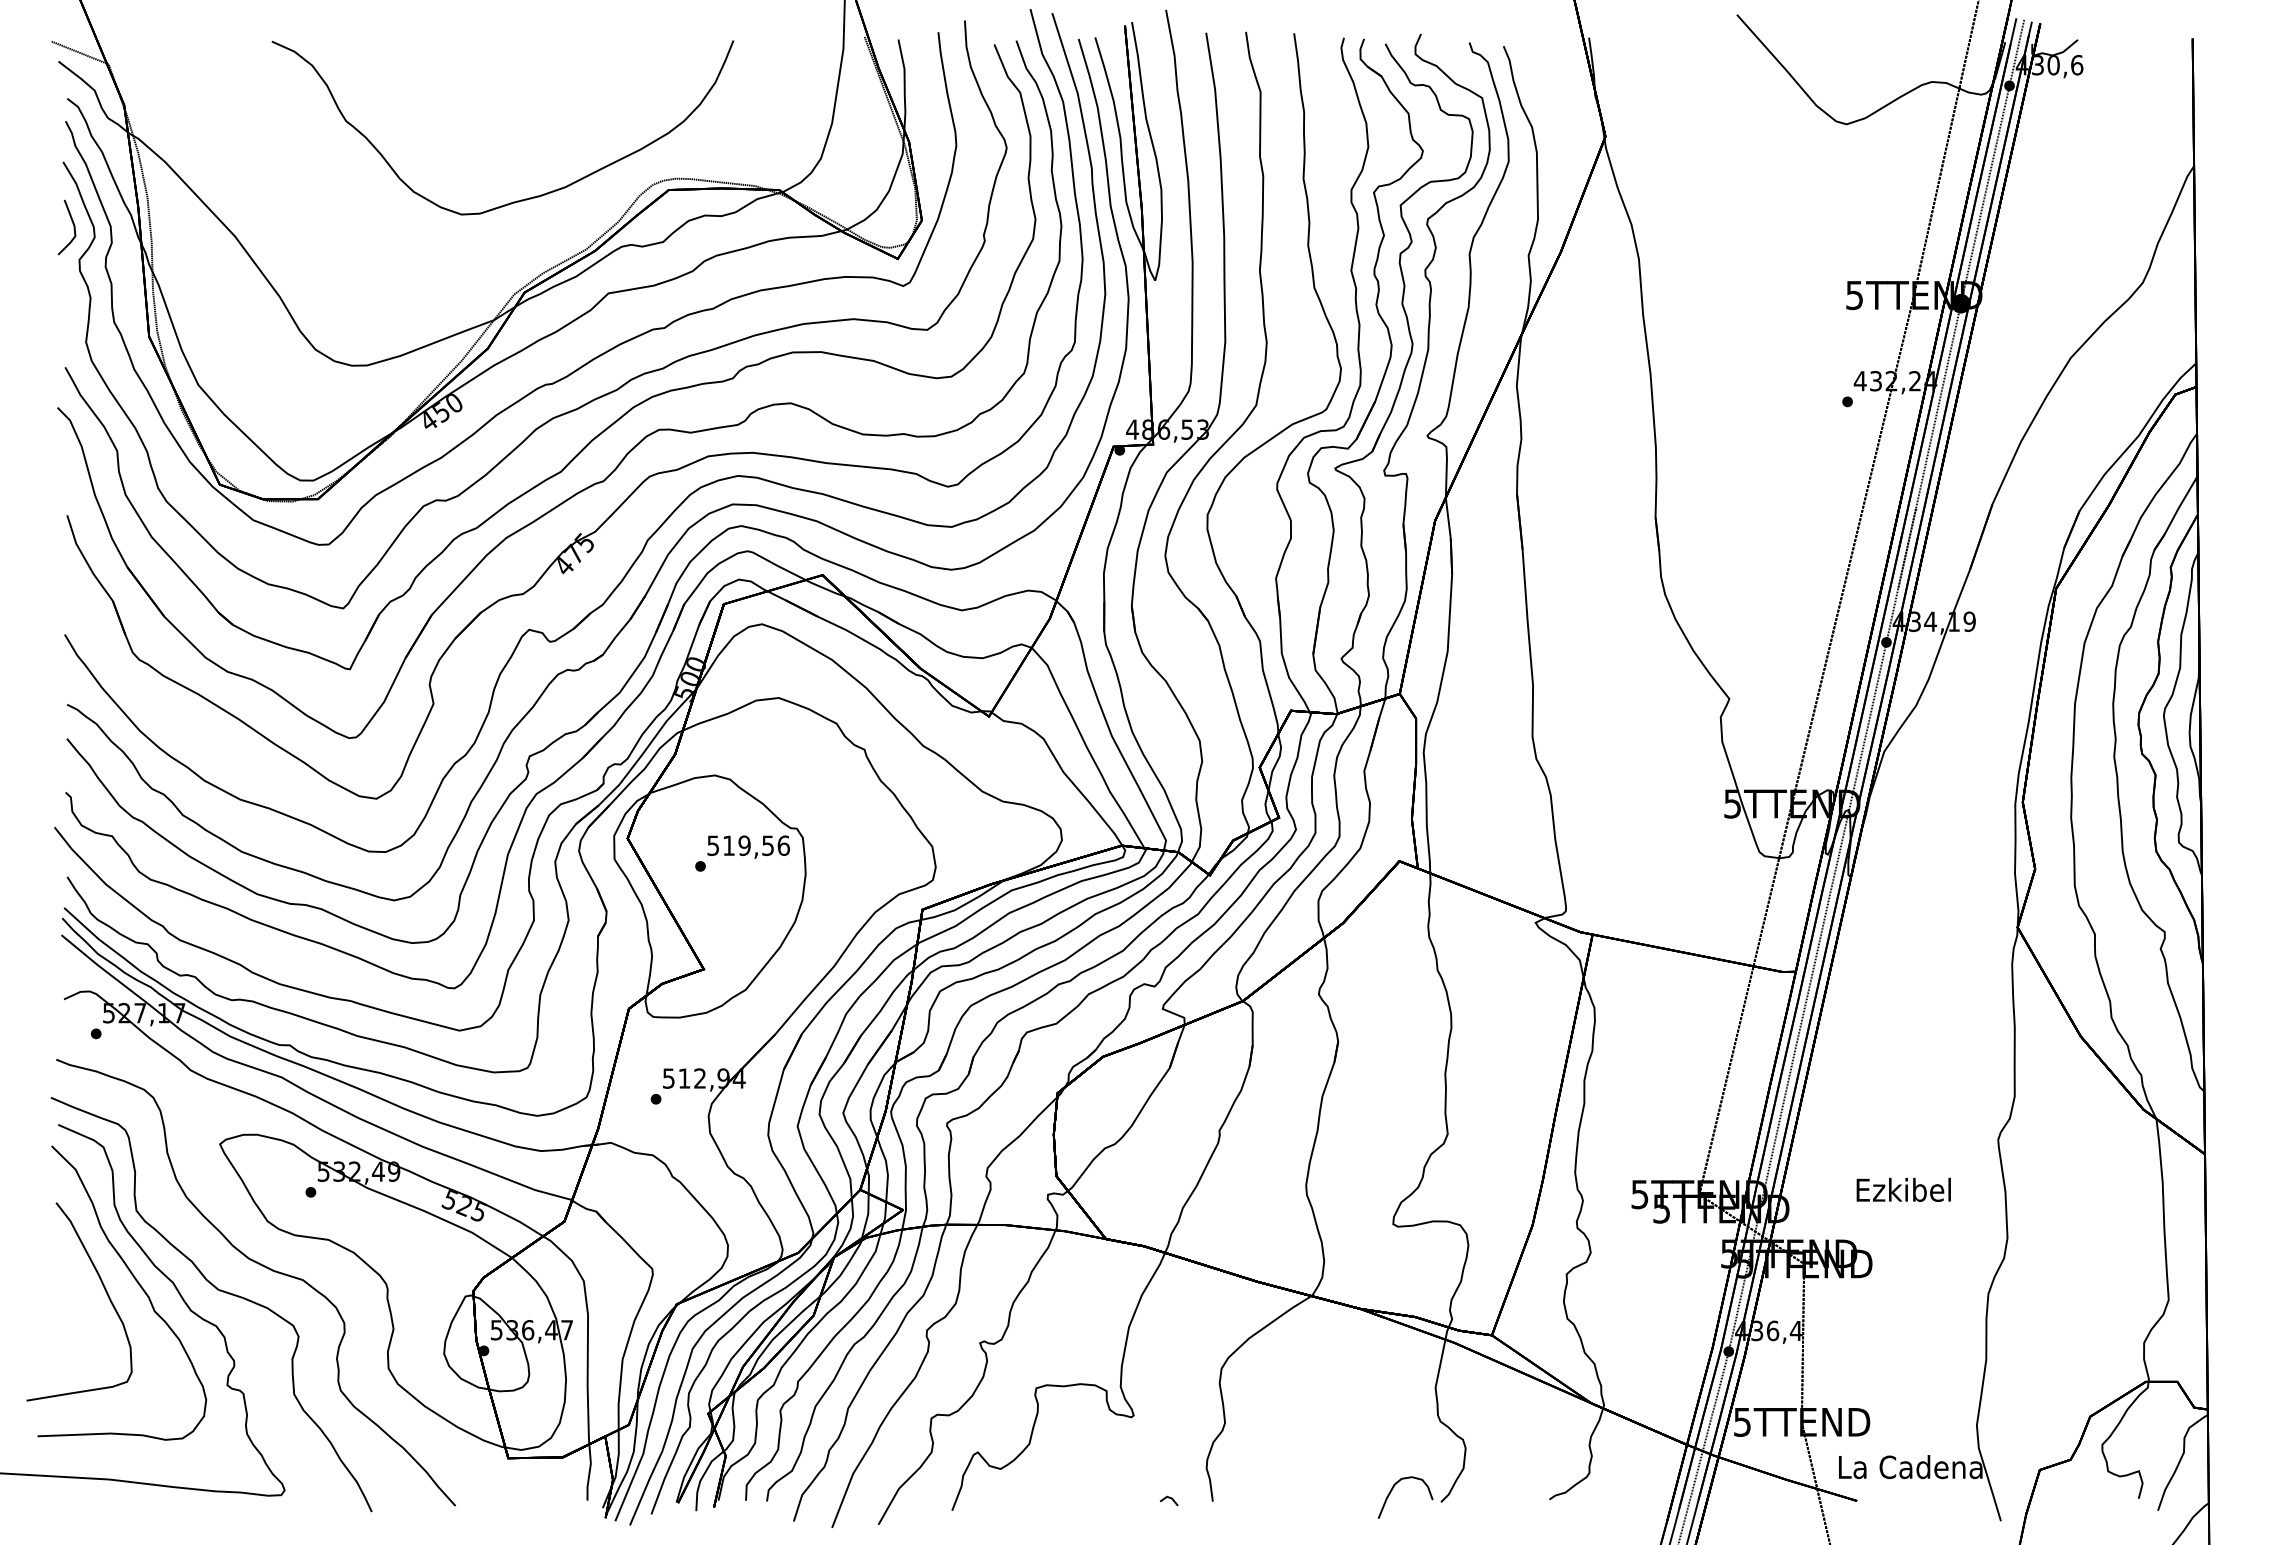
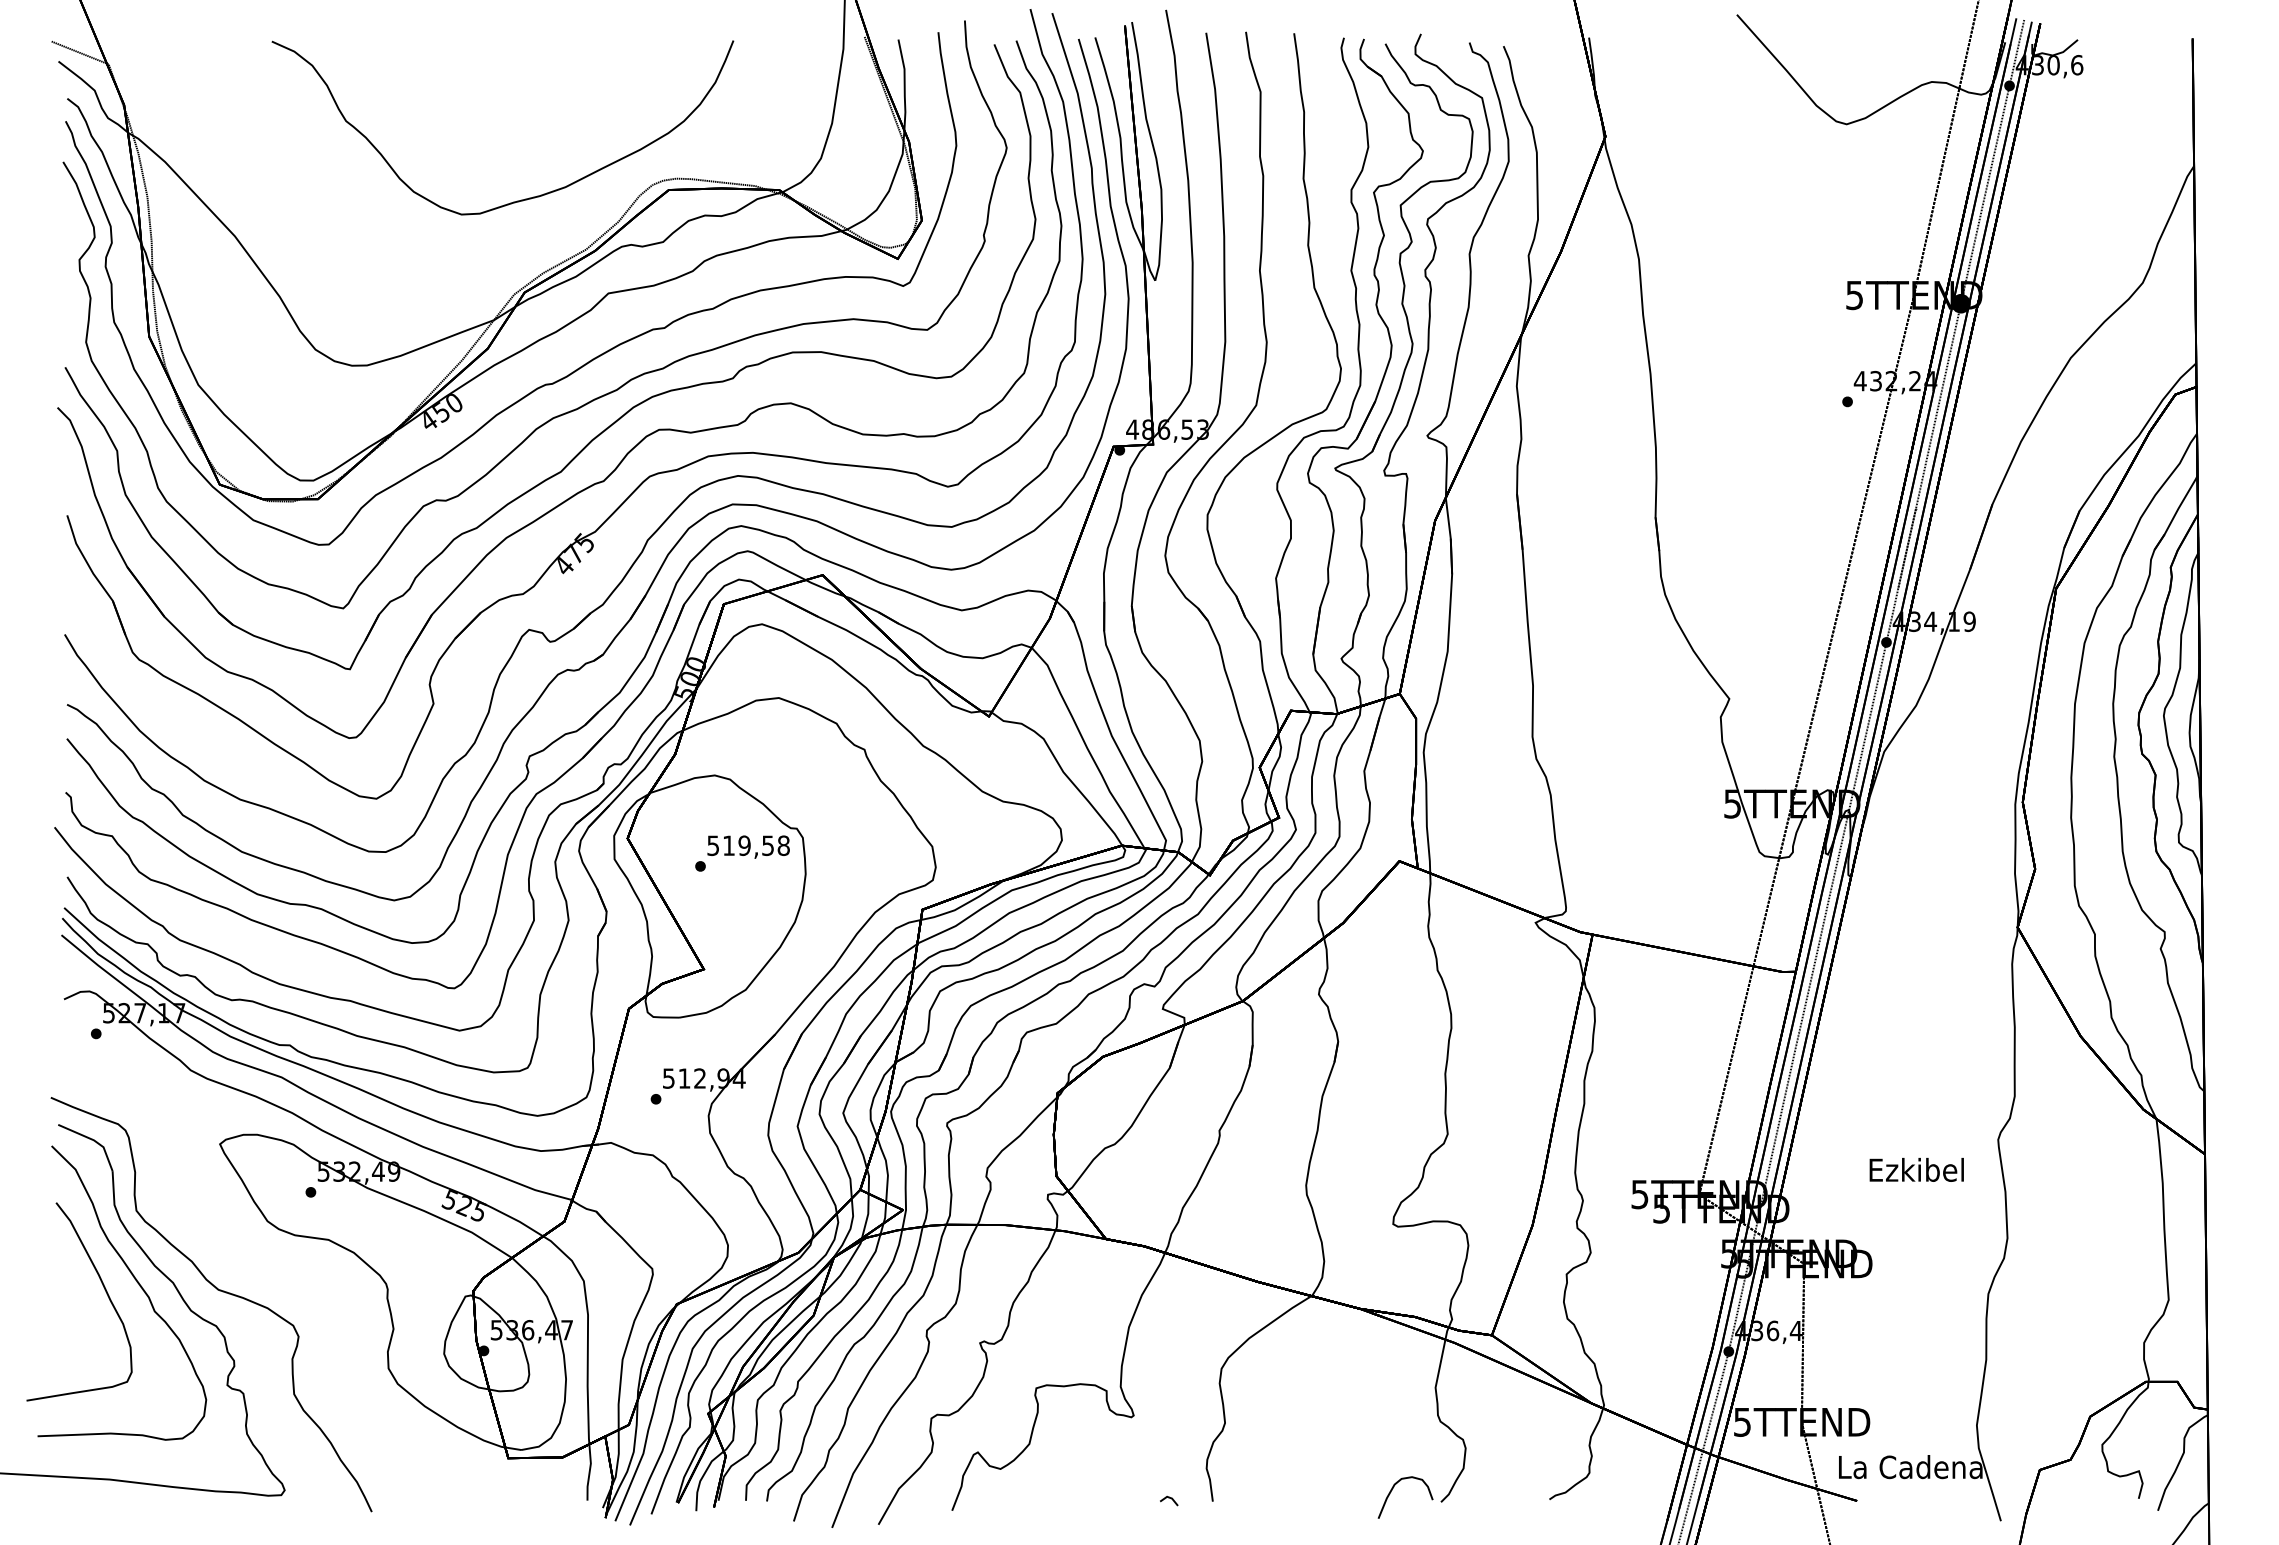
line at (73, 227): present -> none
text at (783, 845): 519,56 -> 519,58
text at (1903, 1189) position: (1903, 1189) -> (1916, 1169)
curve at (262, 1266): present -> none
